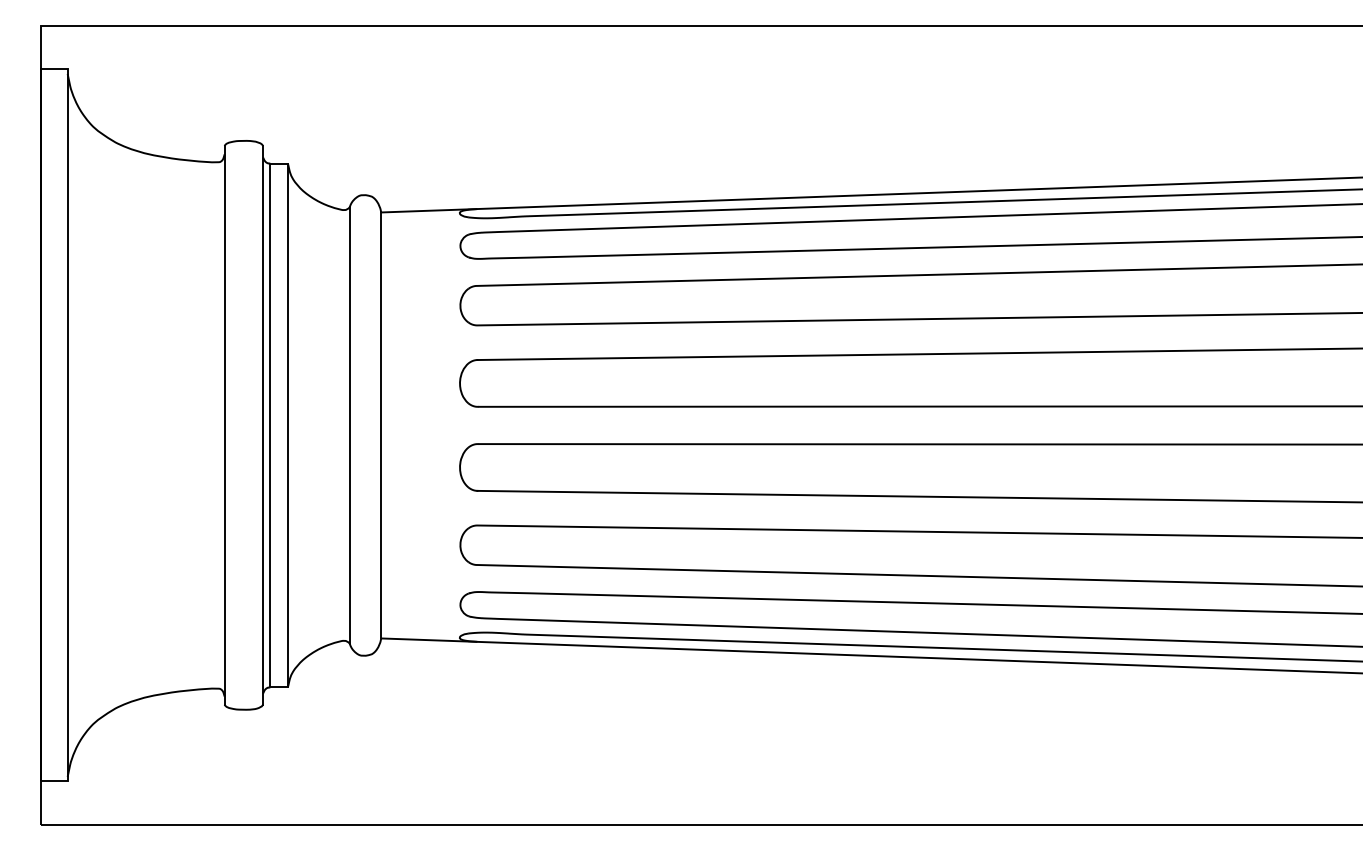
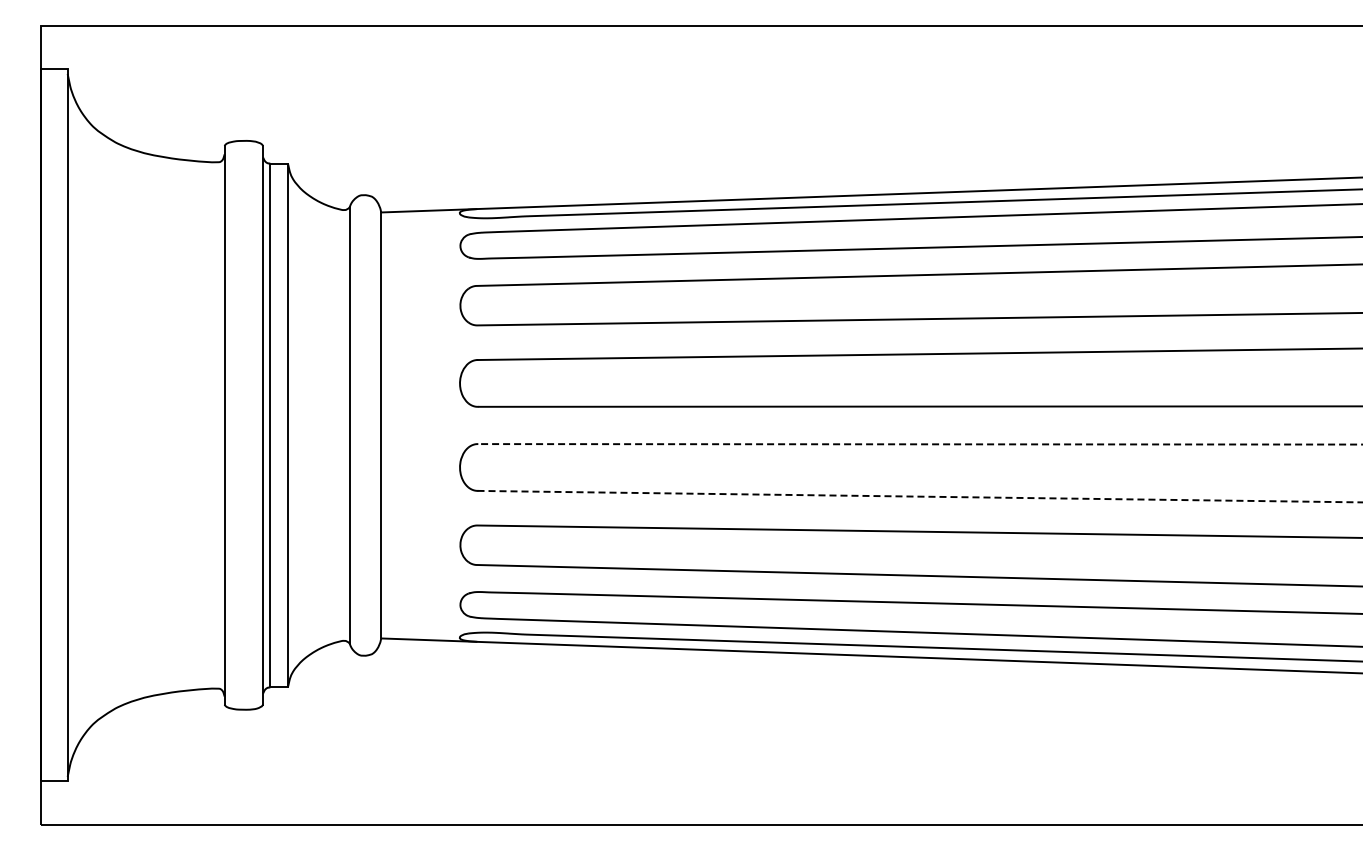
line at (919, 444): solid -> dashed
line at (920, 496): solid -> dashed
